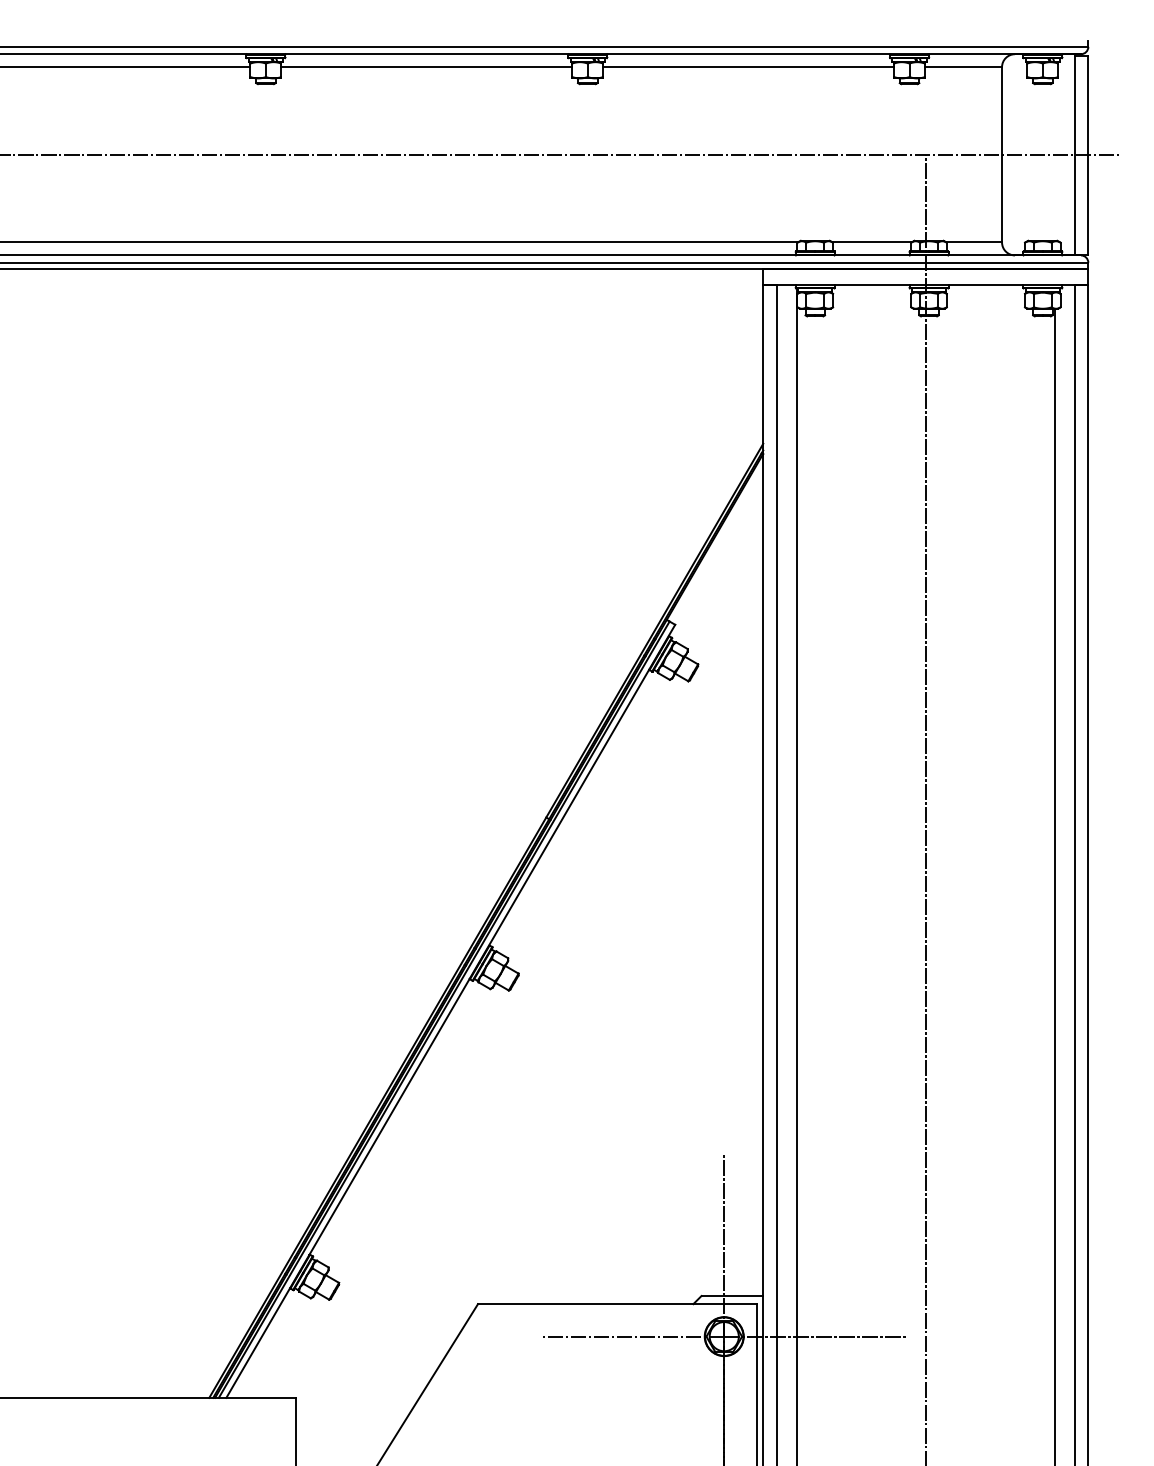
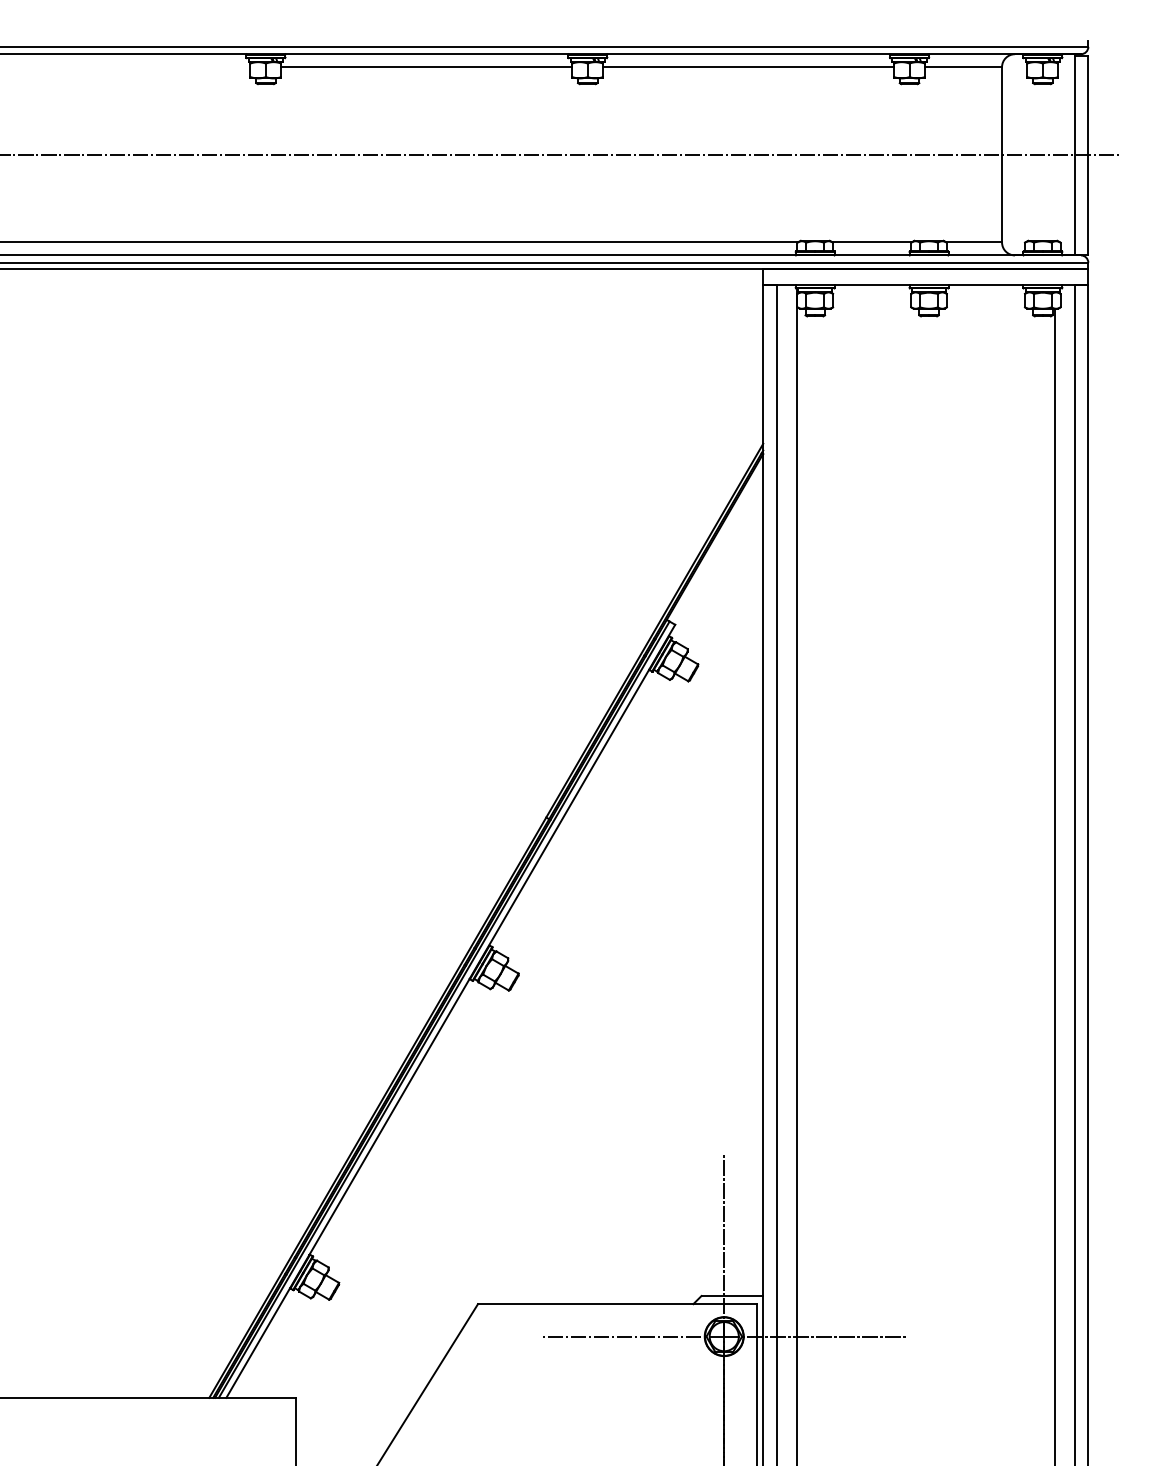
line at (126, 67): present -> none
line at (925, 808): present -> none
